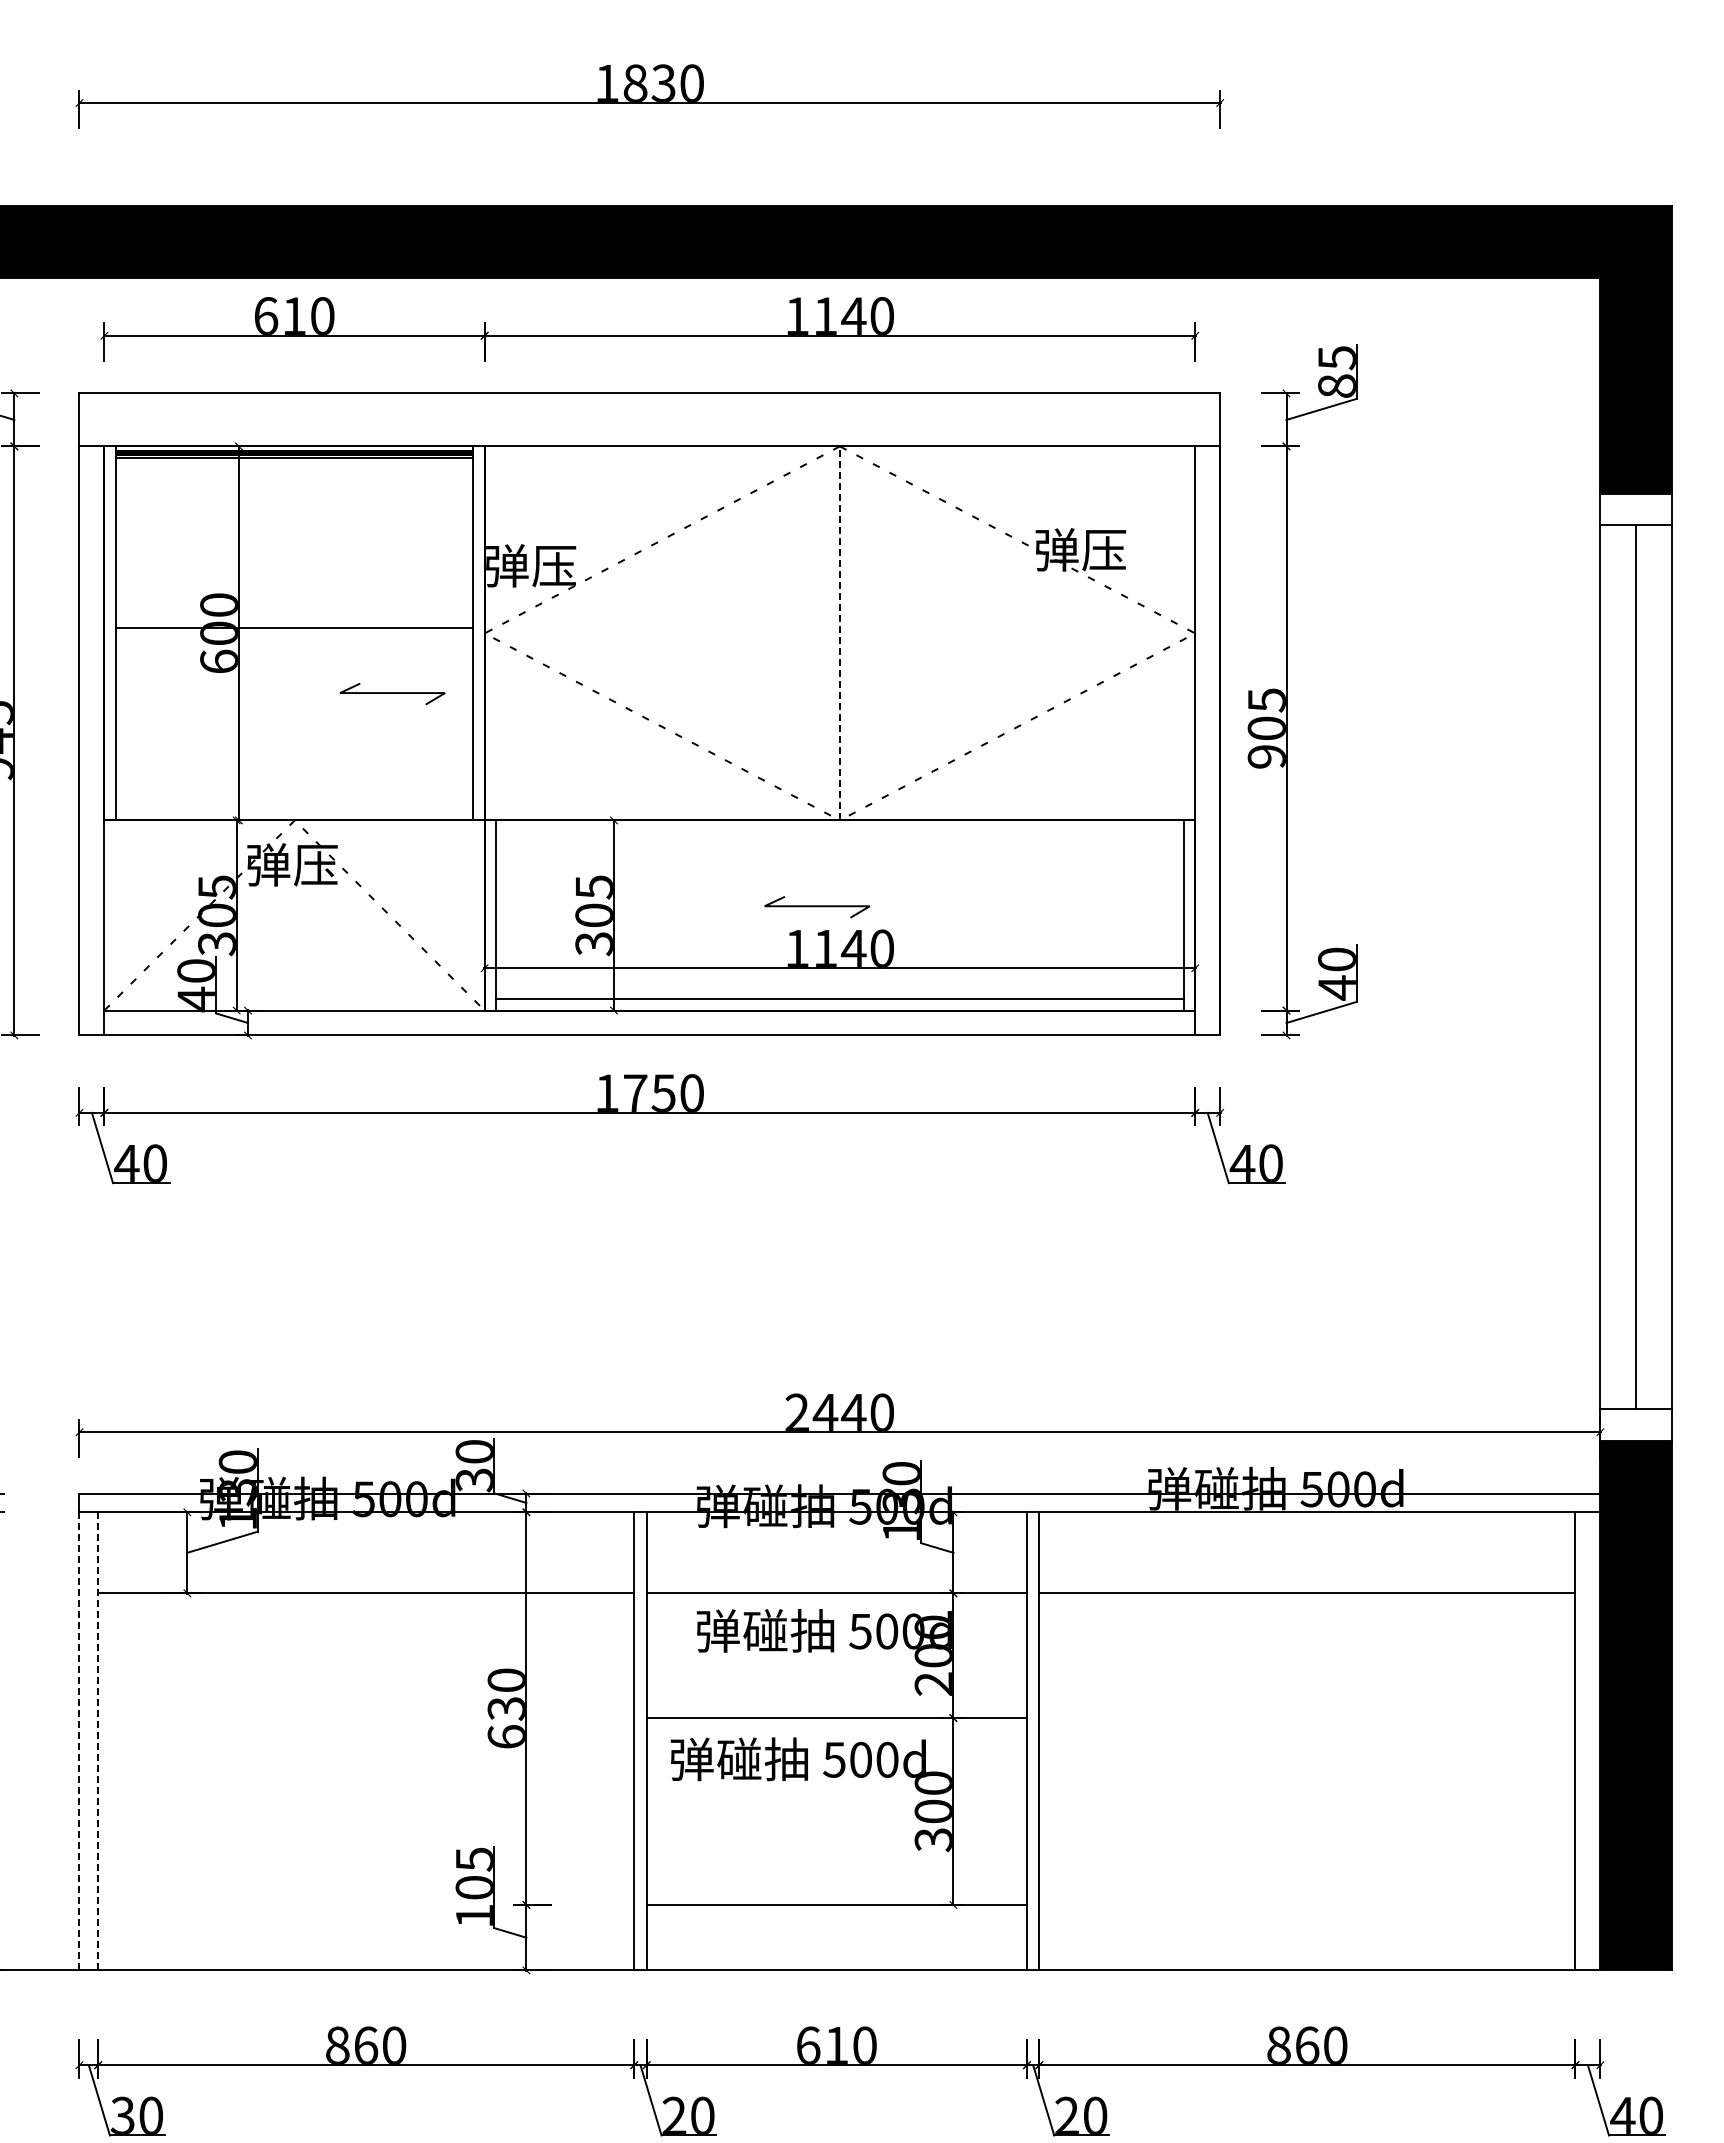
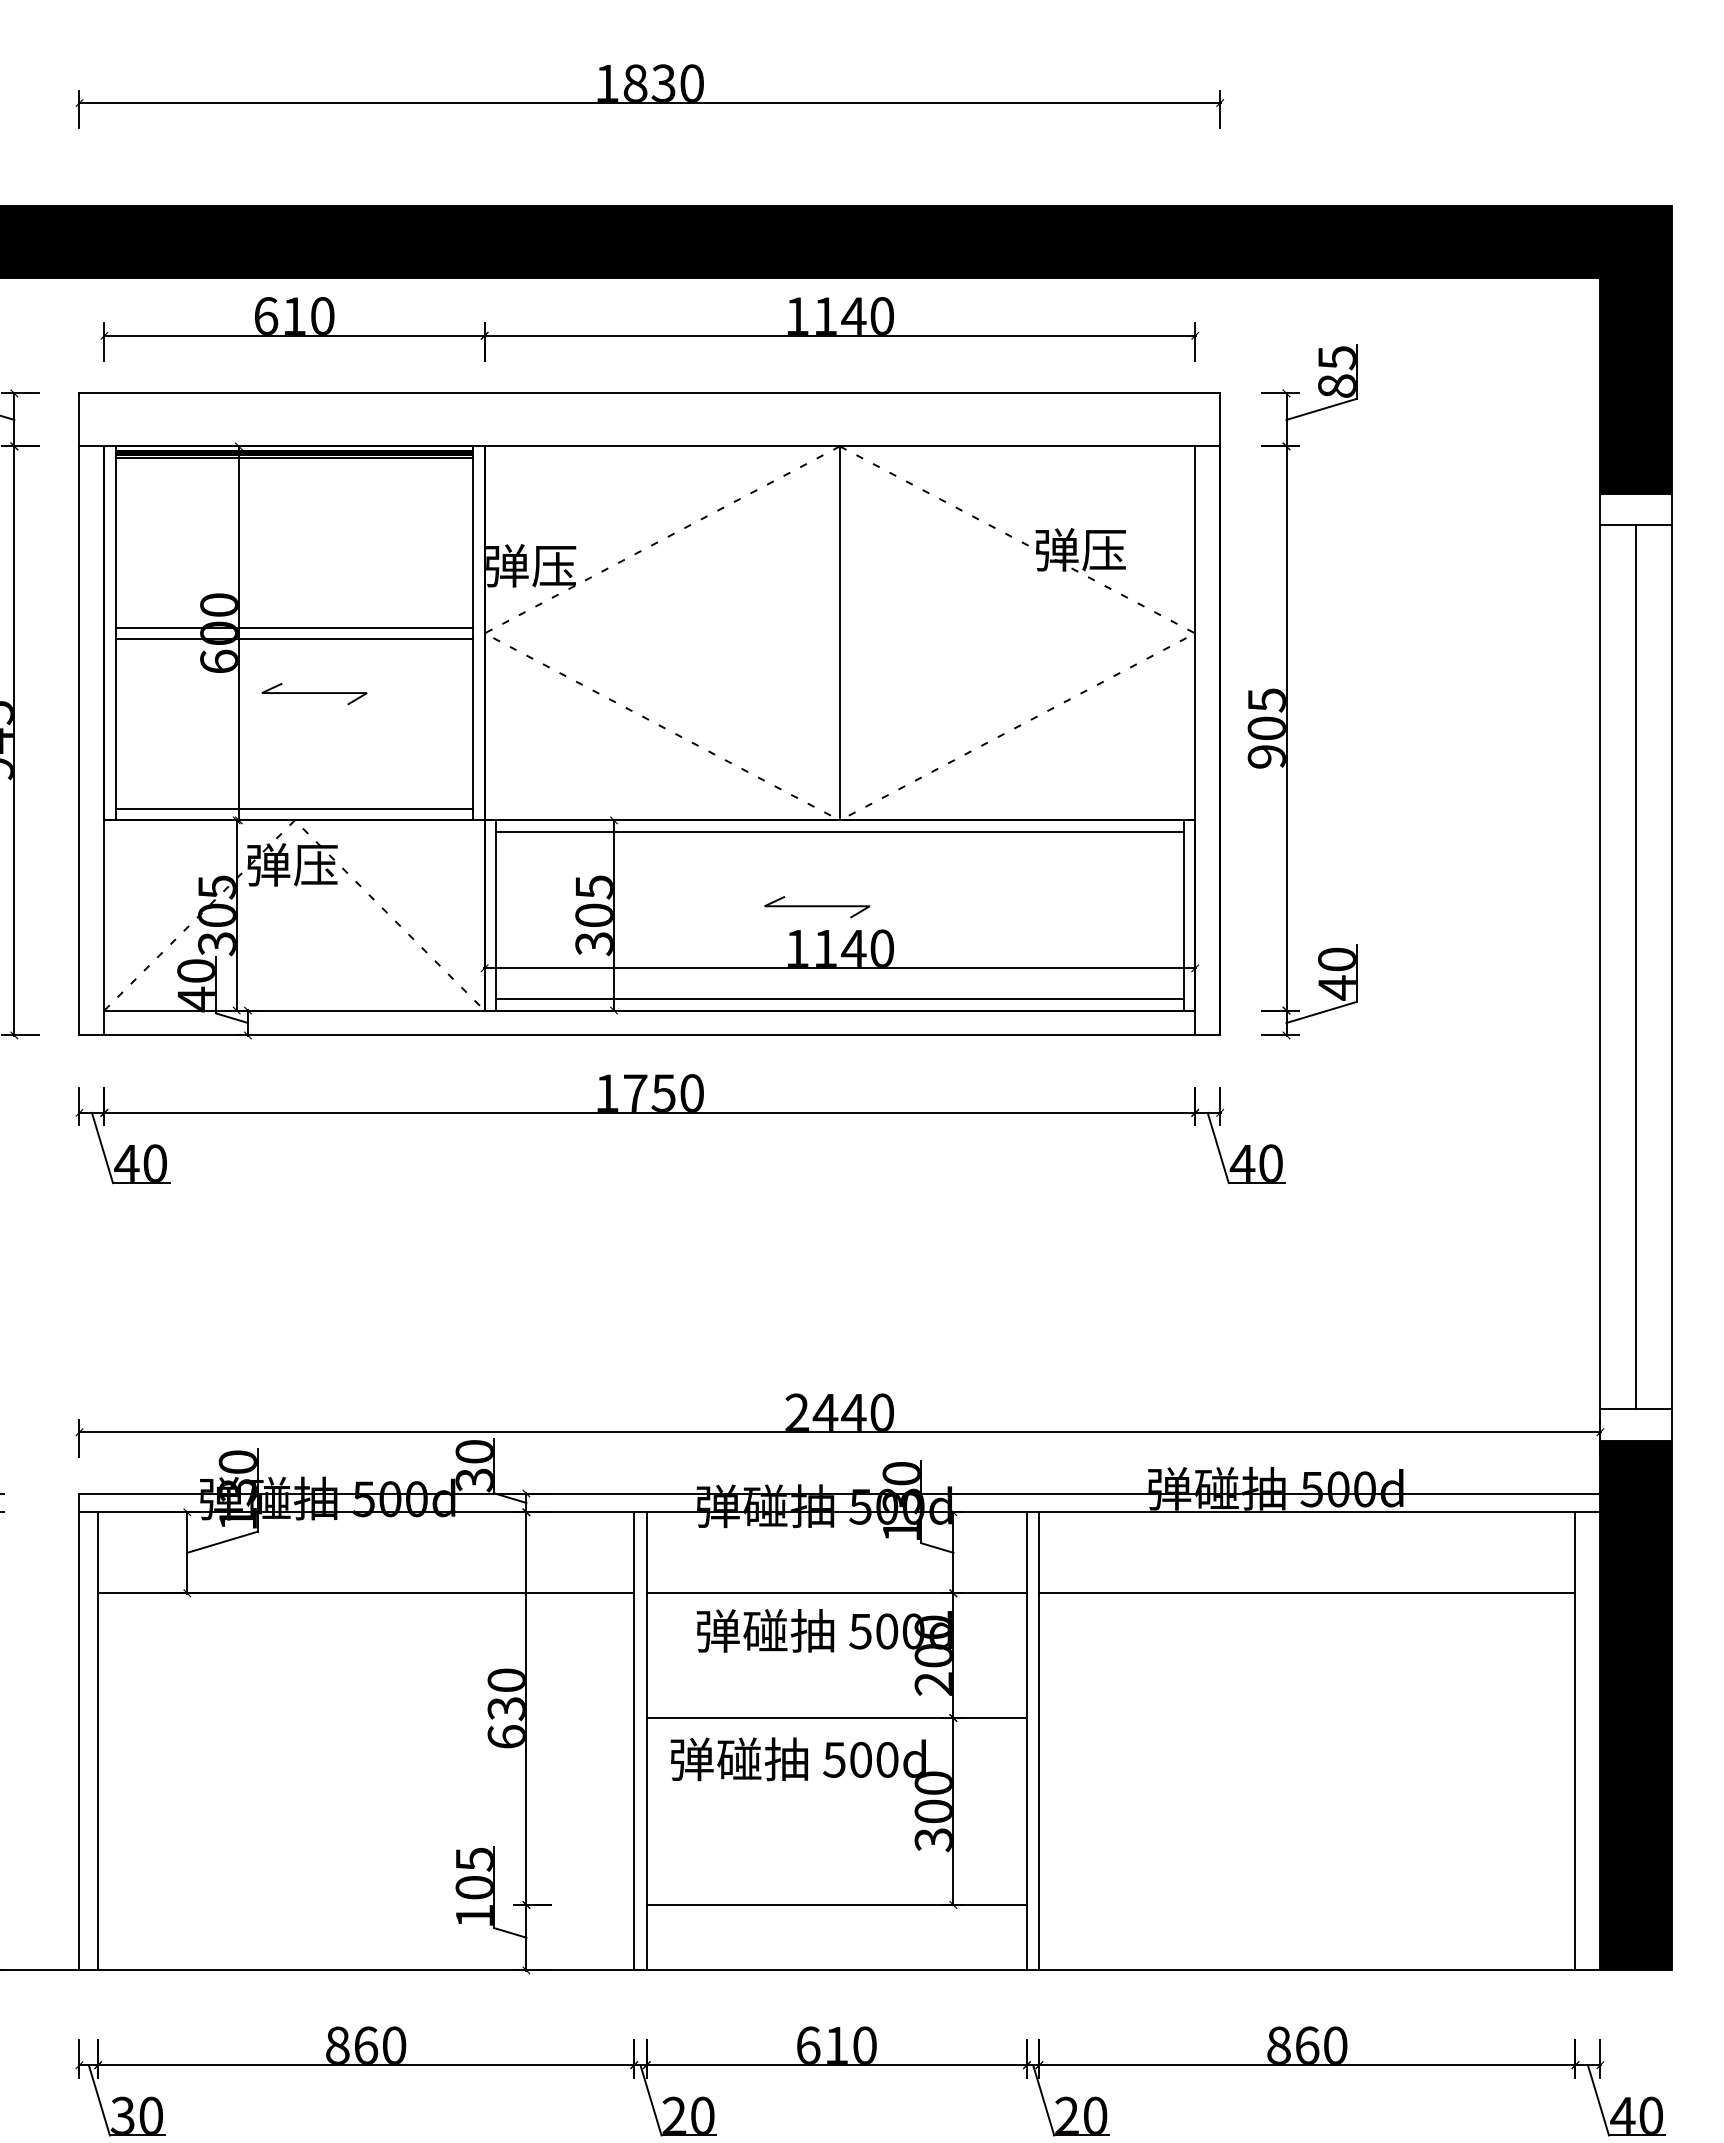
line at (839, 633): dashed -> solid
line at (294, 639): none -> present
line at (392, 693) position: (392, 693) -> (314, 693)
line at (294, 809): none -> present
line at (839, 831): none -> present
line at (79, 1741): dashed -> solid
line at (98, 1741): dashed -> solid
